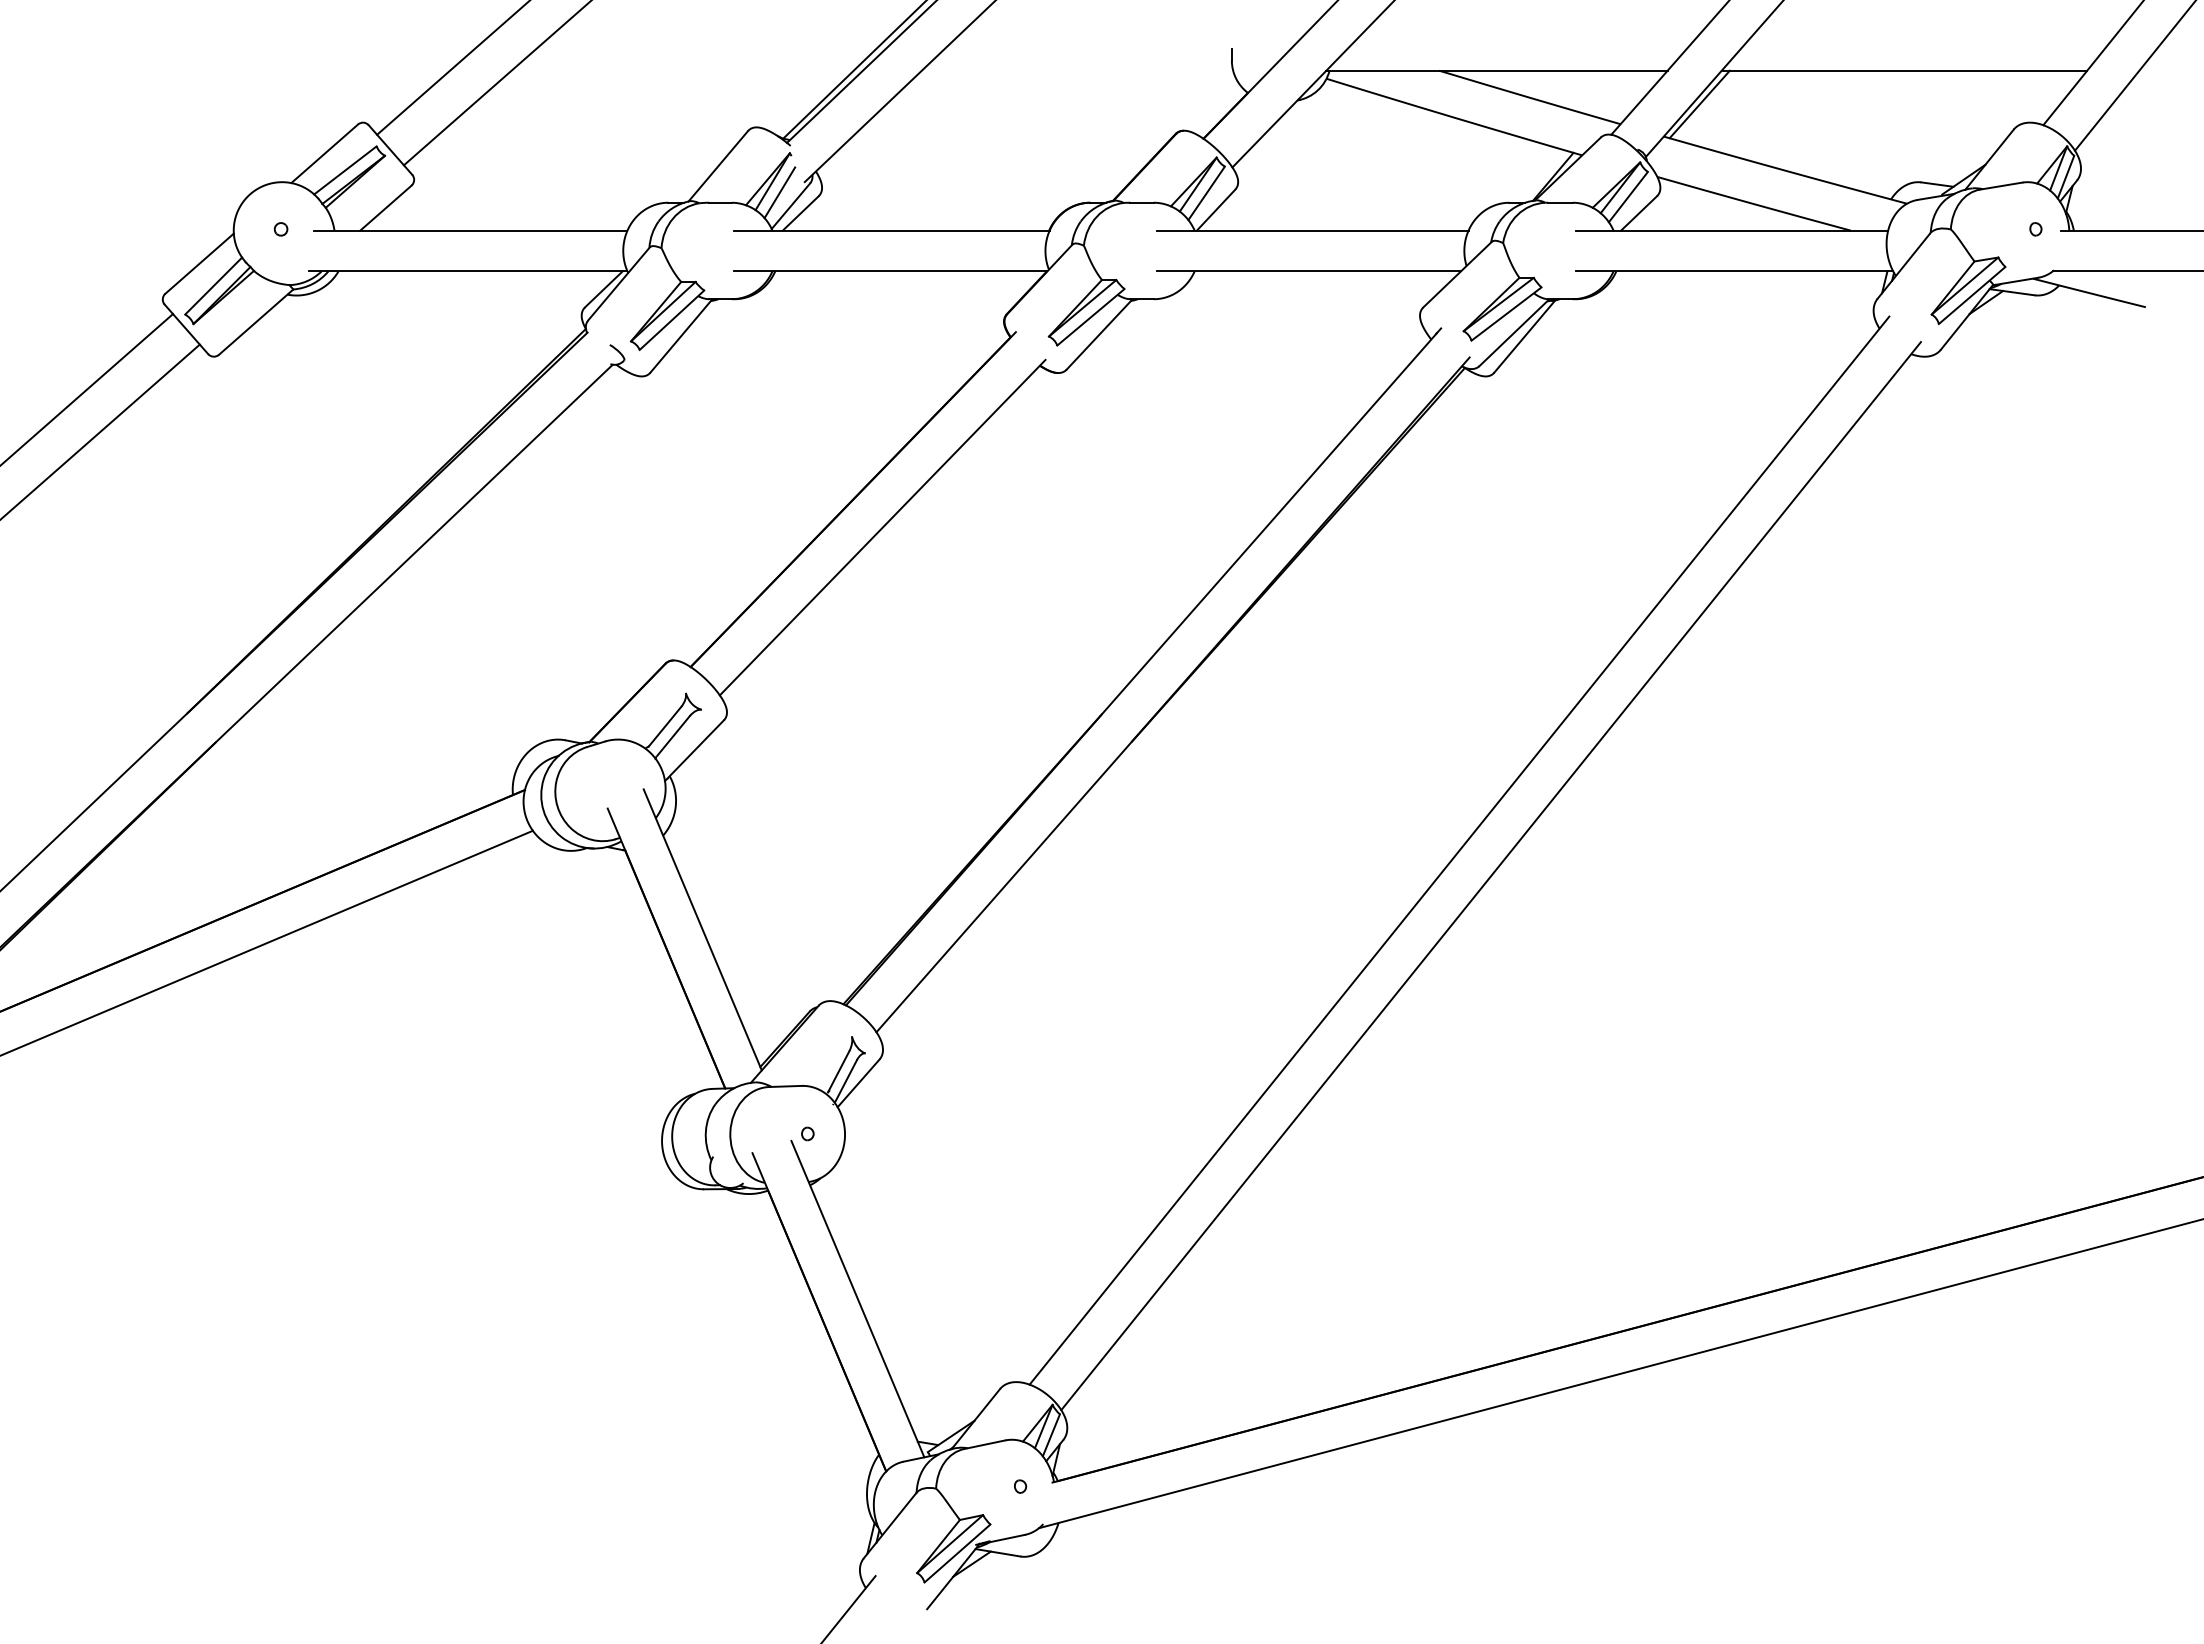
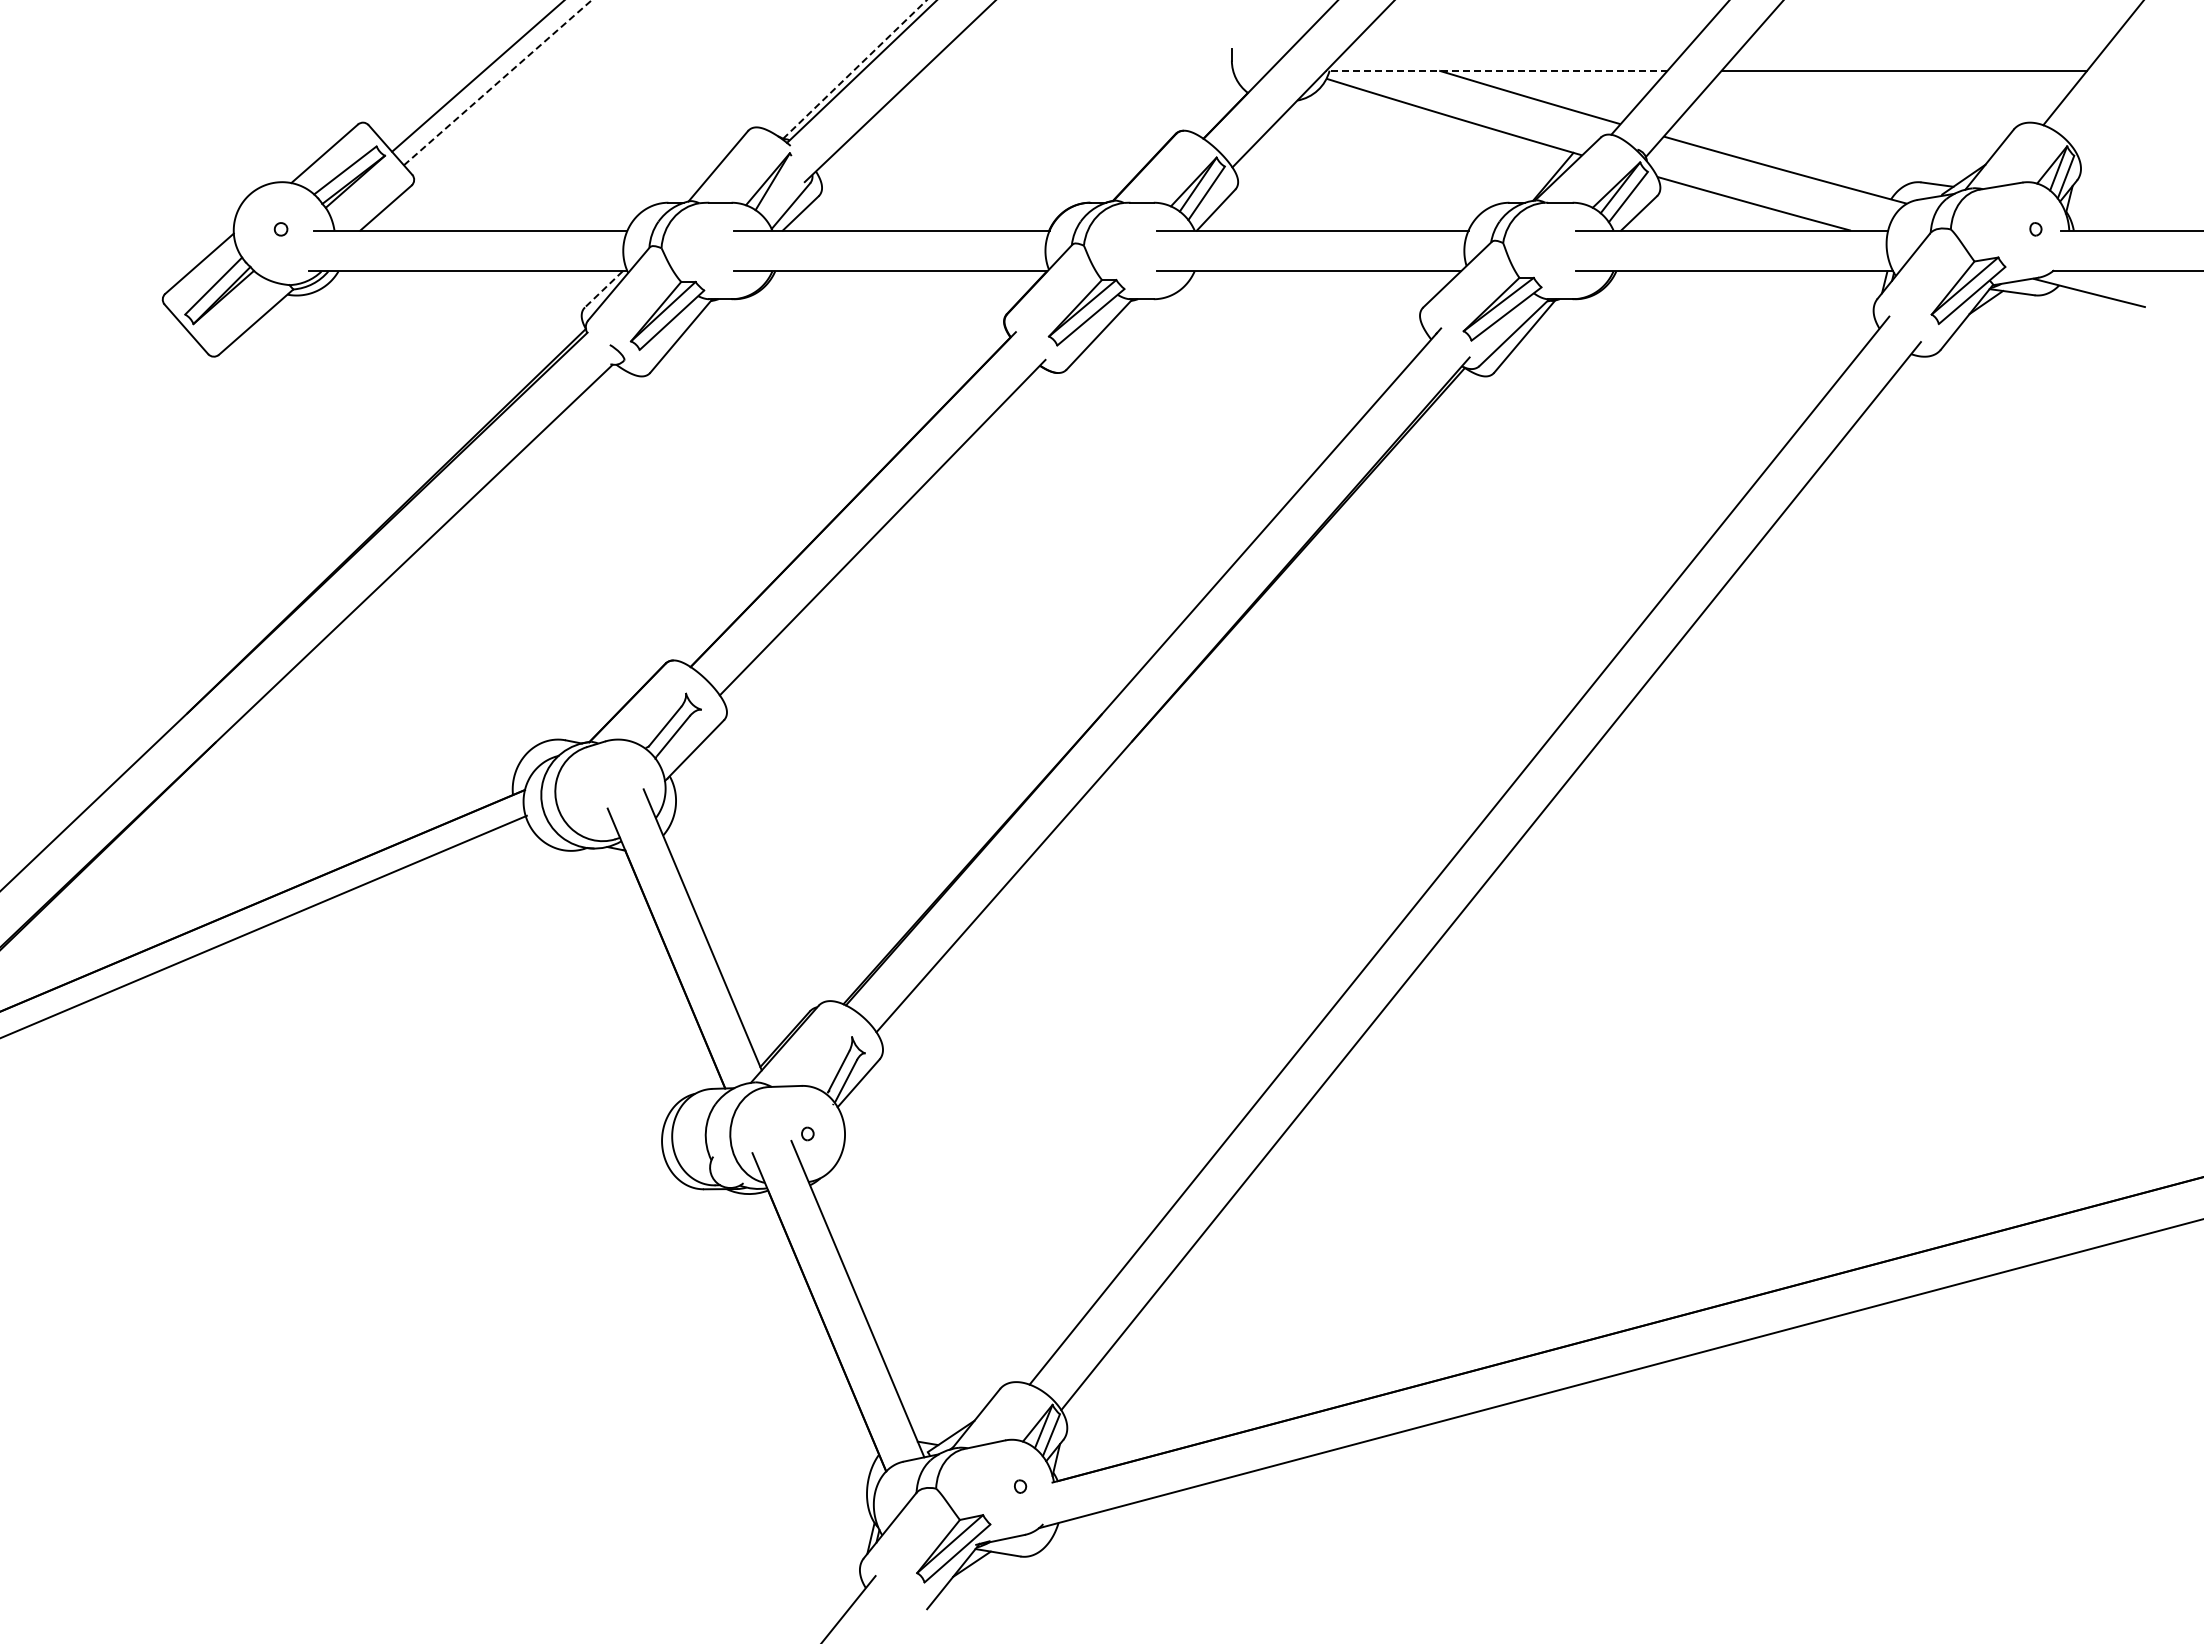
line at (452, 68) position: (452, 68) -> (477, 76)
line at (854, 69): solid -> dashed
line at (1496, 70): solid -> dashed
line at (2134, 76): present -> none
line at (497, 82): solid -> dashed
line at (1699, 104): present -> none
line at (779, 192): present -> none
line at (603, 289): solid -> dashed
line at (87, 388): present -> none
line at (100, 431): present -> none
line at (267, 942) position: (267, 942) -> (264, 926)
